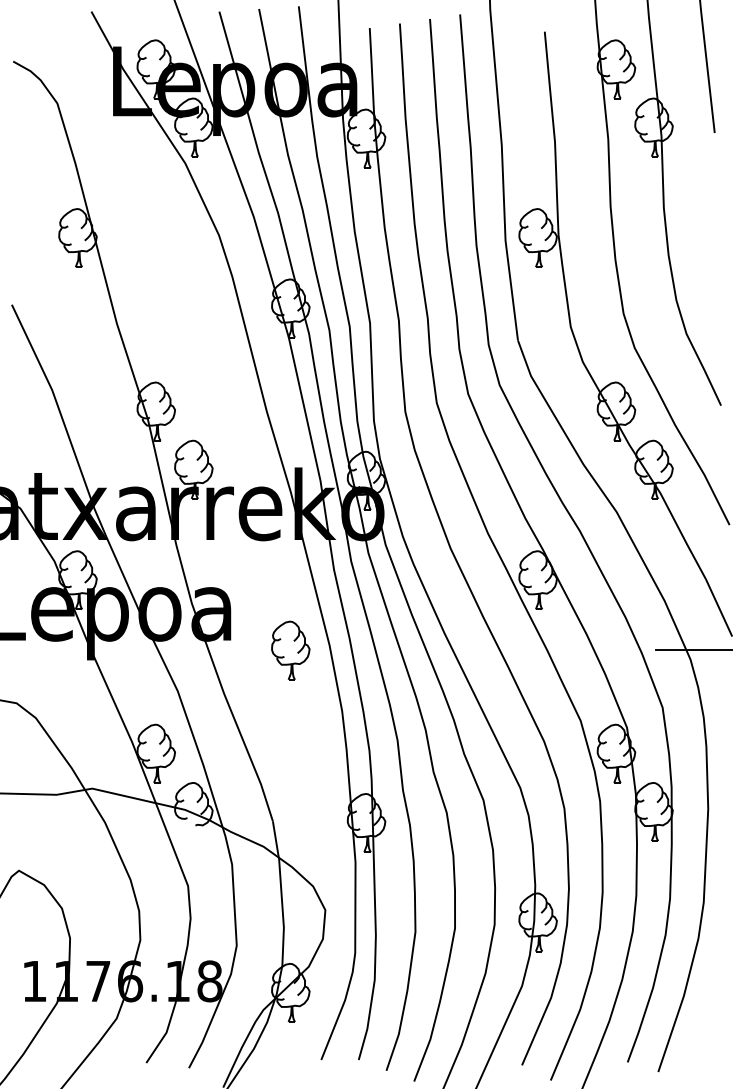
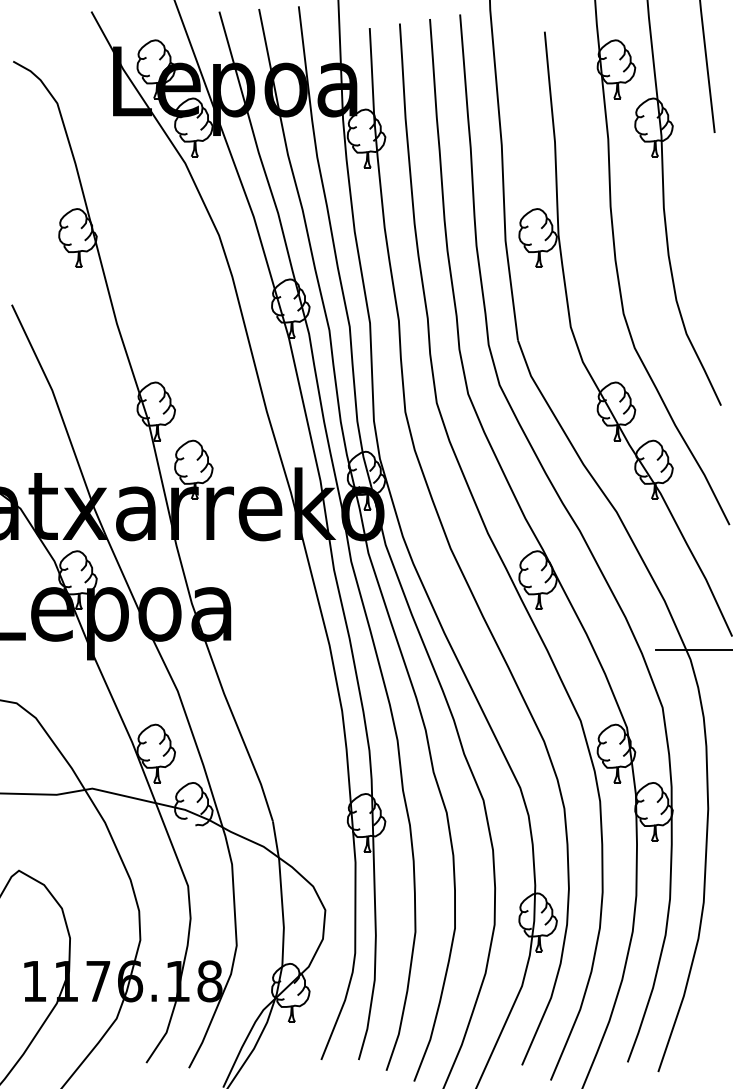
part at (290, 650): present -> none
